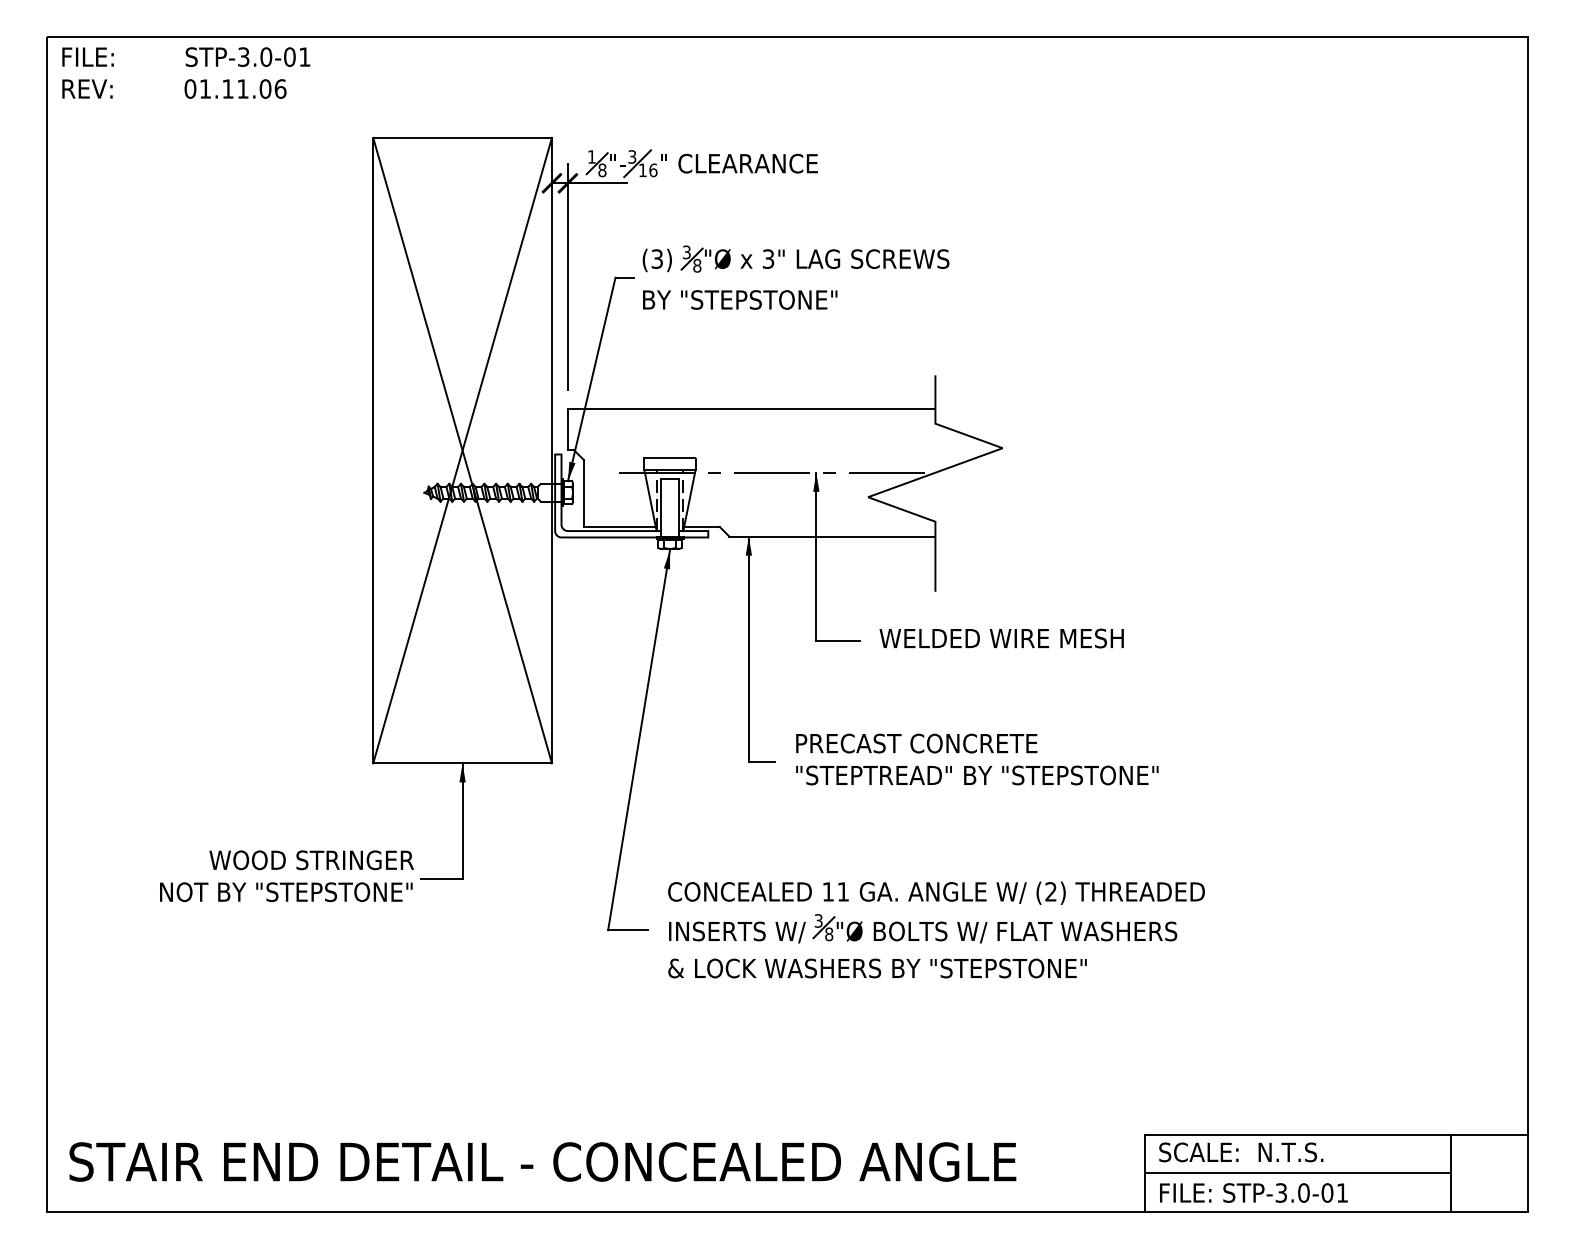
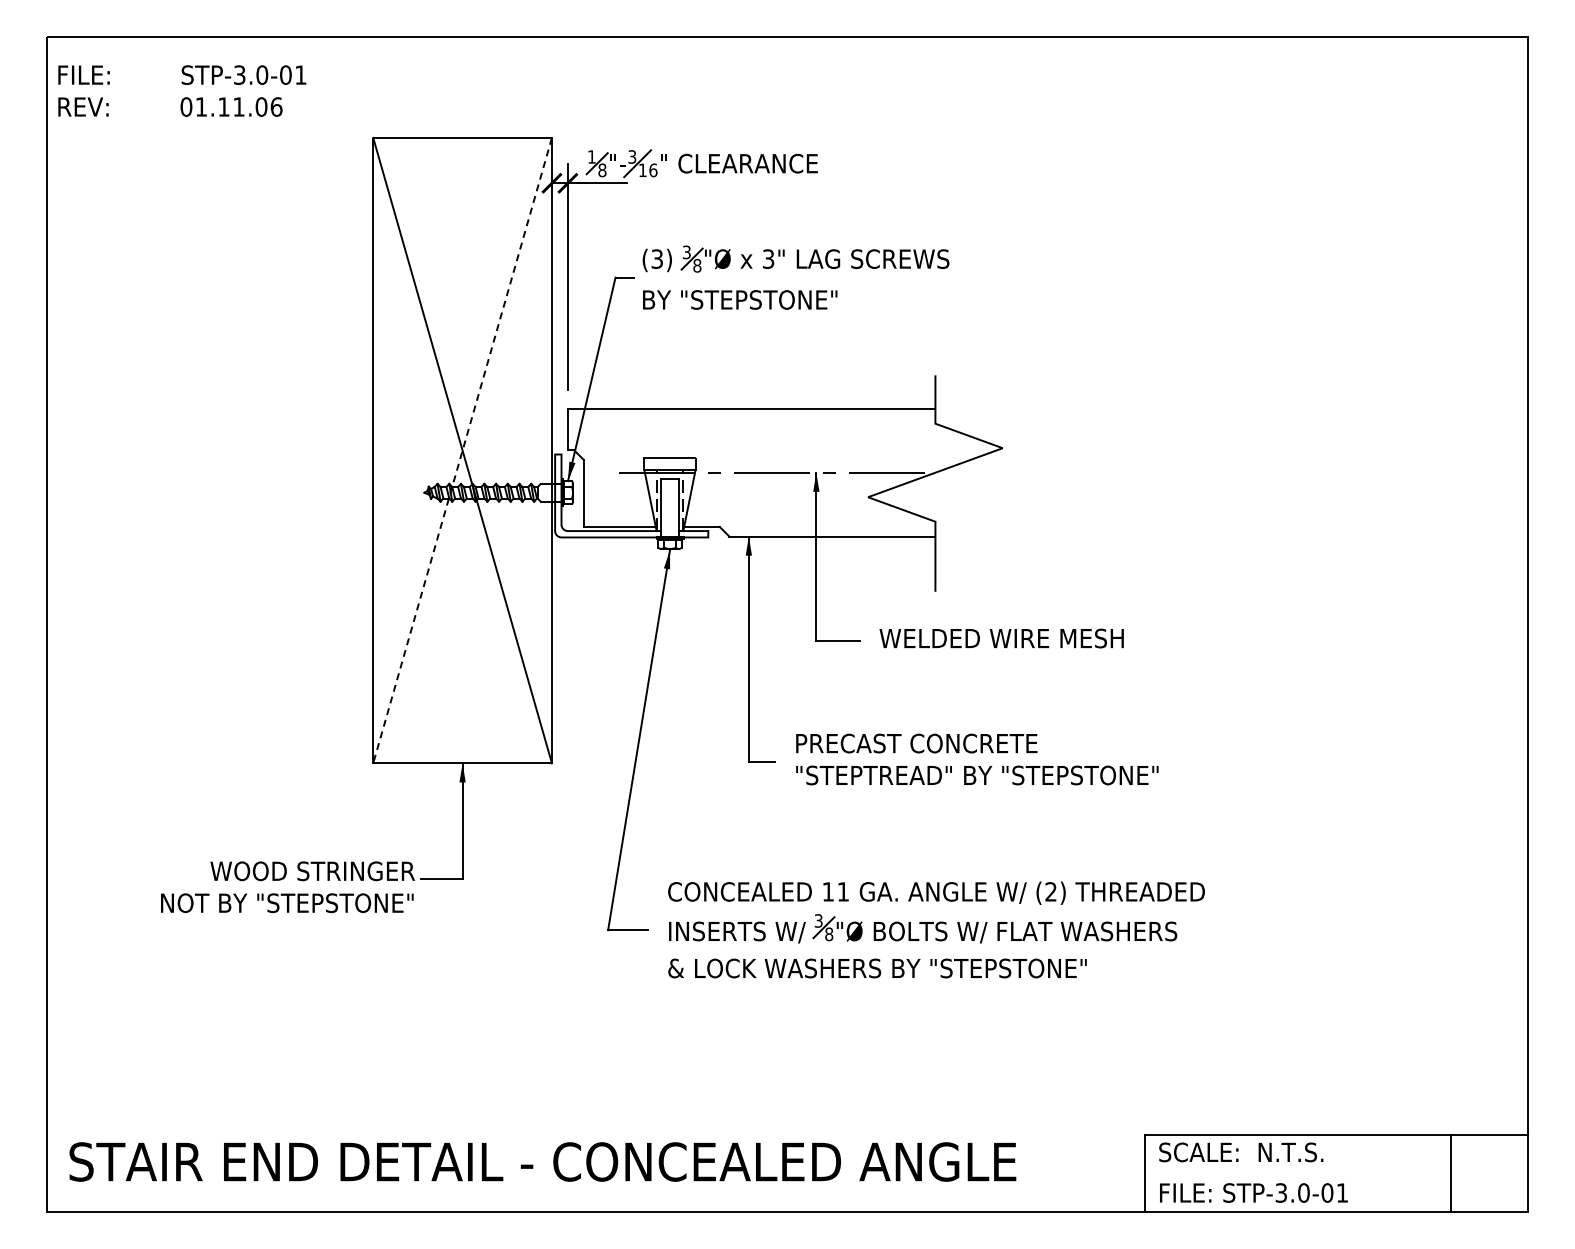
text at (186, 72) position: (186, 72) -> (182, 90)
line at (462, 451): solid -> dashed
text at (286, 876) position: (286, 876) -> (287, 887)
line at (1297, 1173): present -> none
